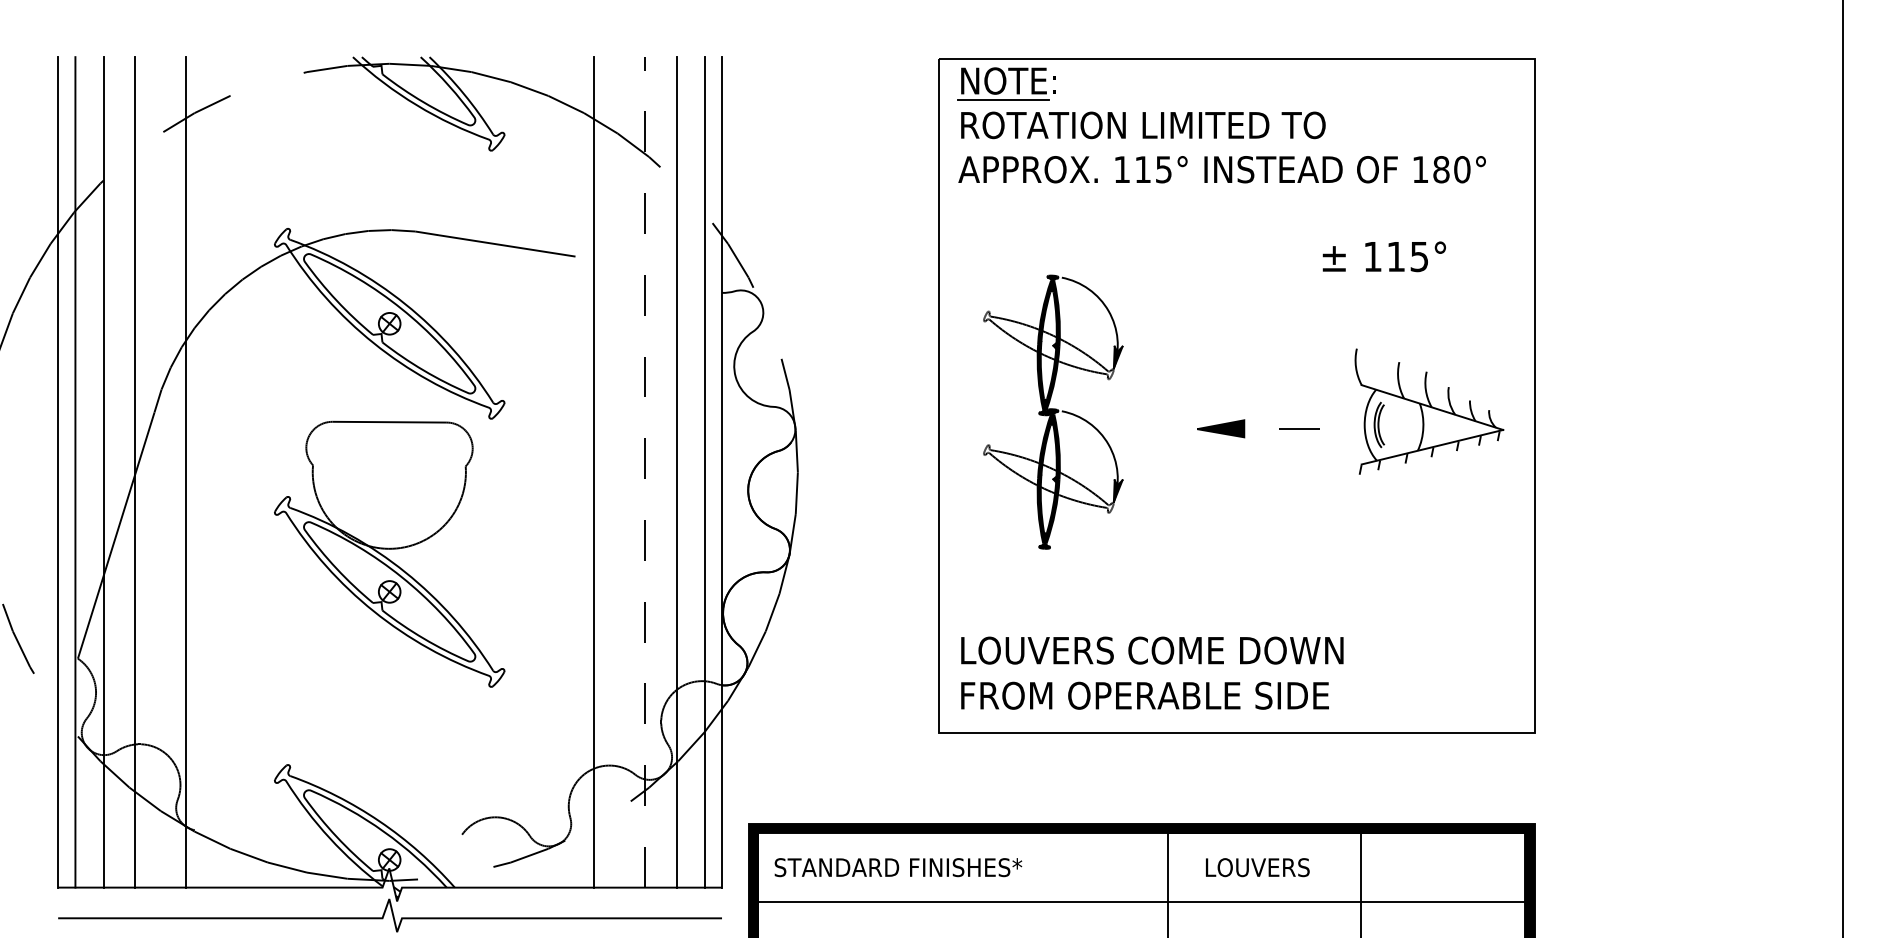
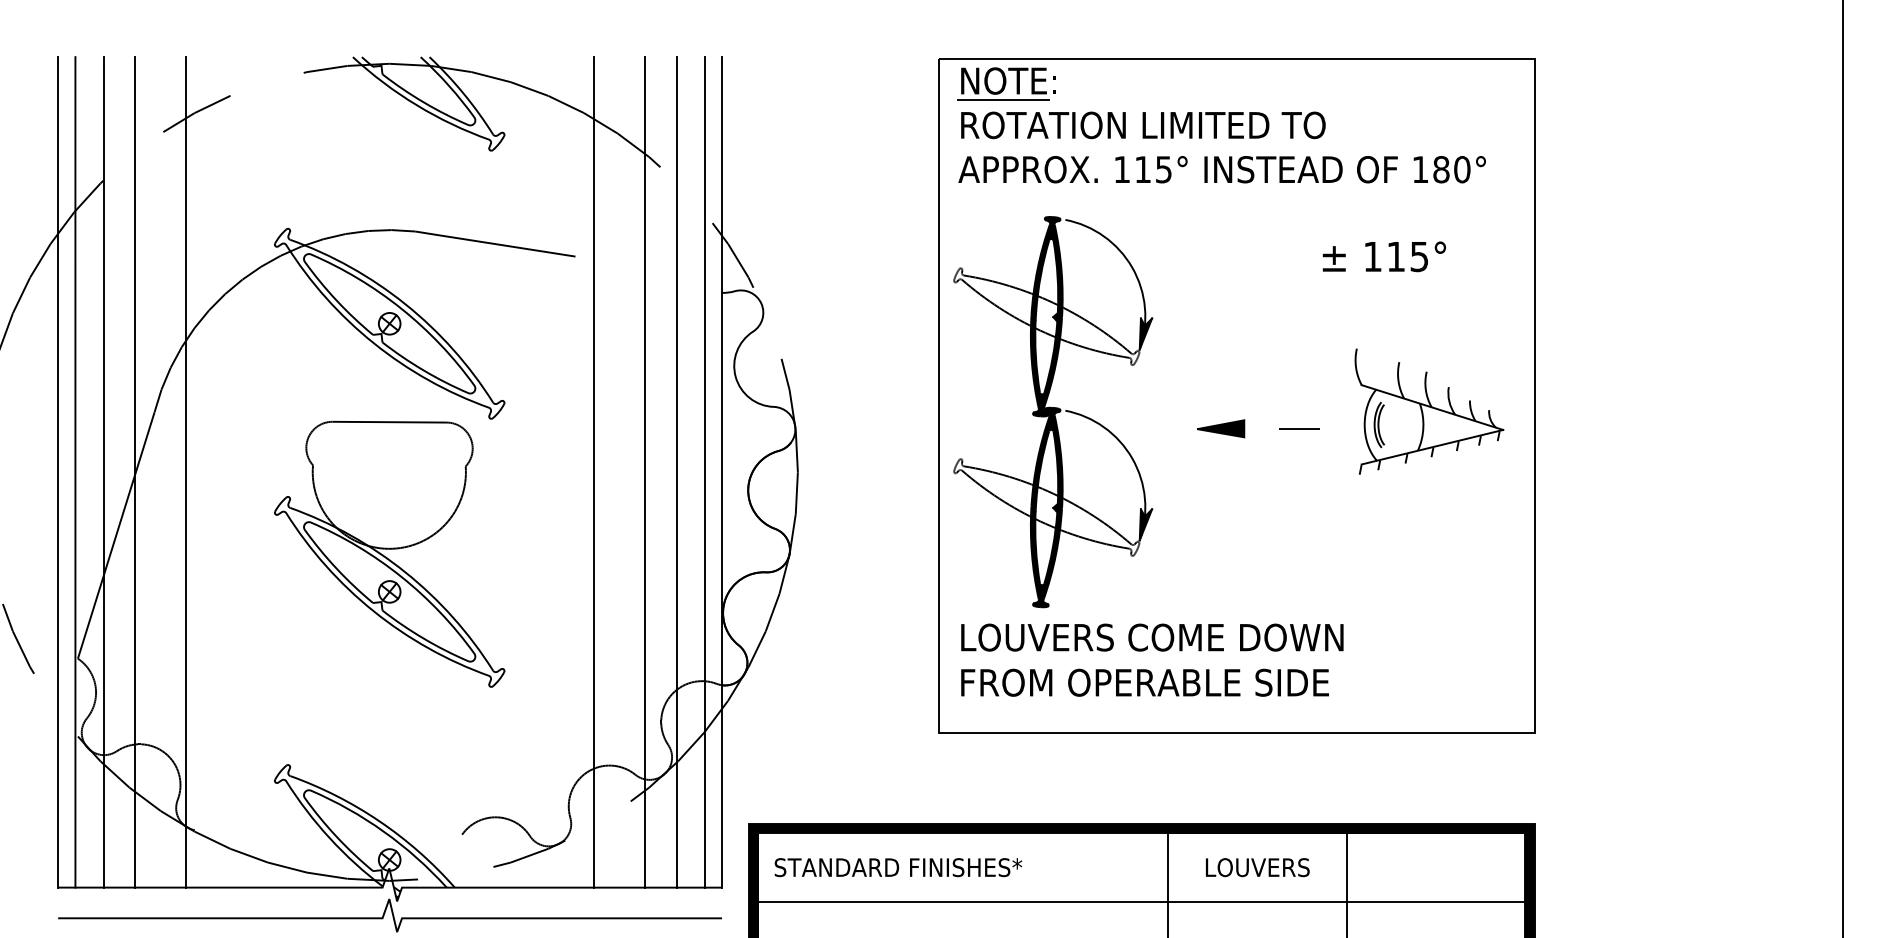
part at (1053, 411) size: 141x276 px -> 201x393 px
line at (645, 471): dashed -> solid
text at (1152, 672) position: (1152, 672) -> (1152, 659)
line at (1360, 883) position: (1360, 883) -> (1346, 883)
